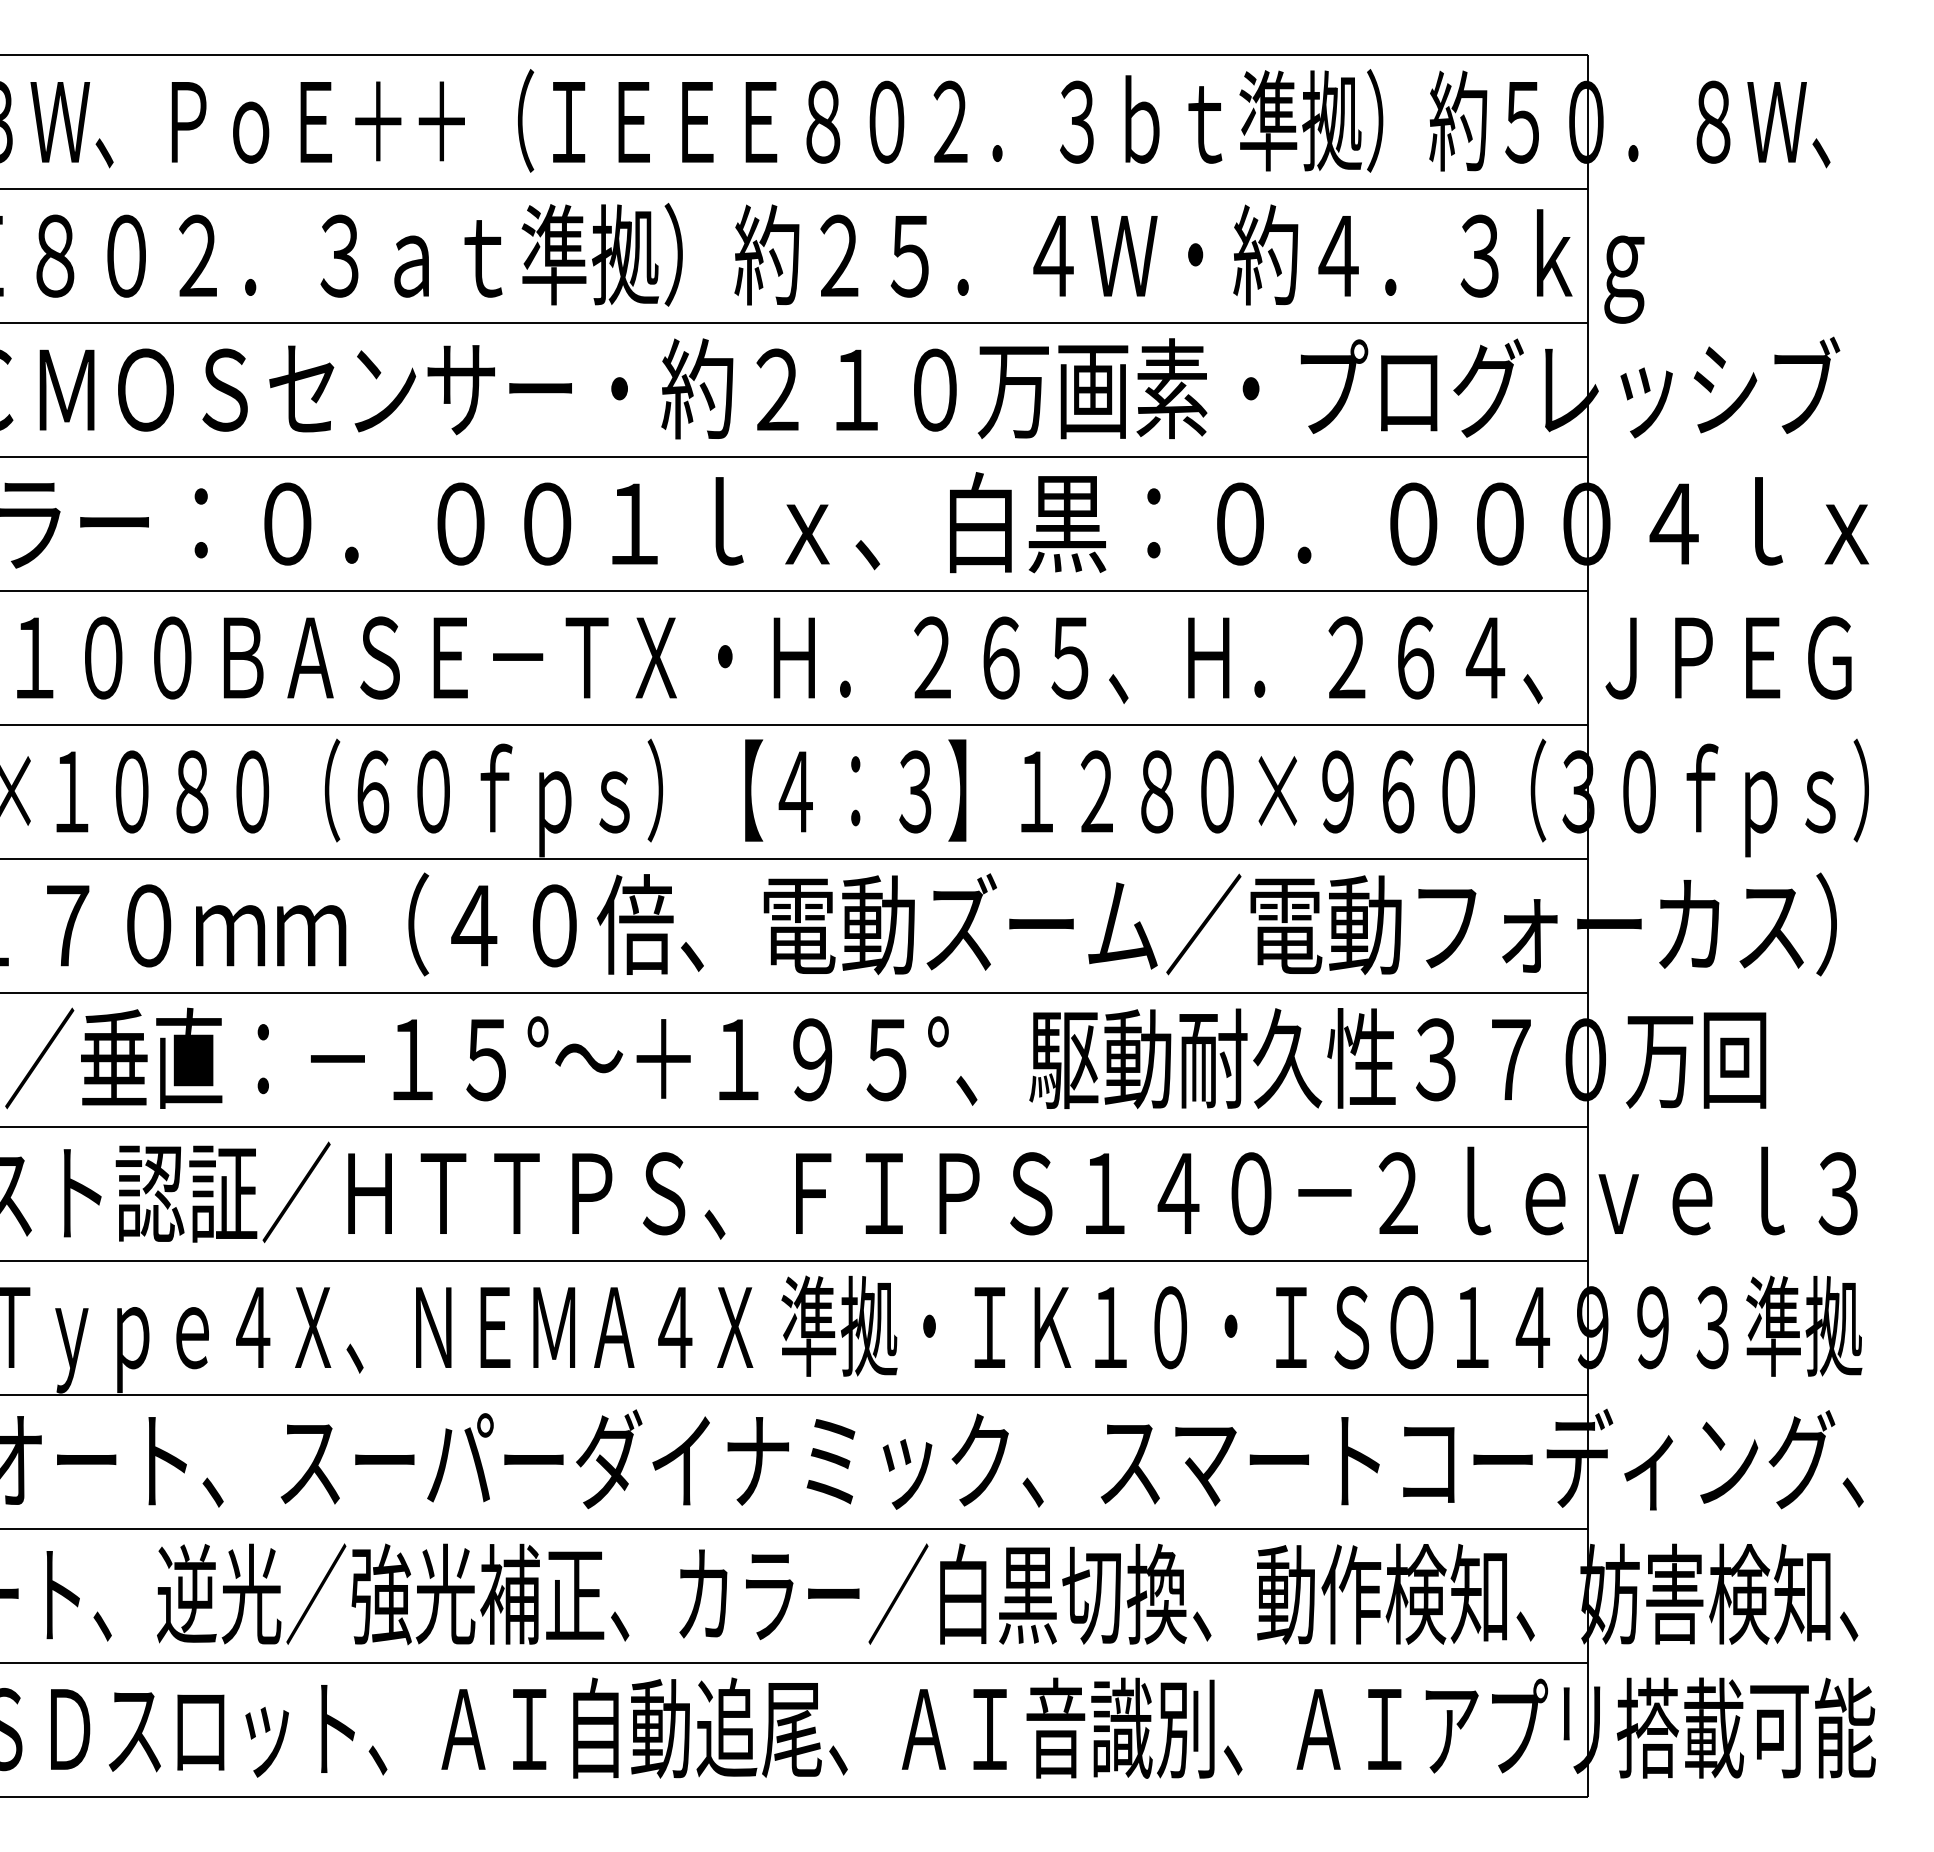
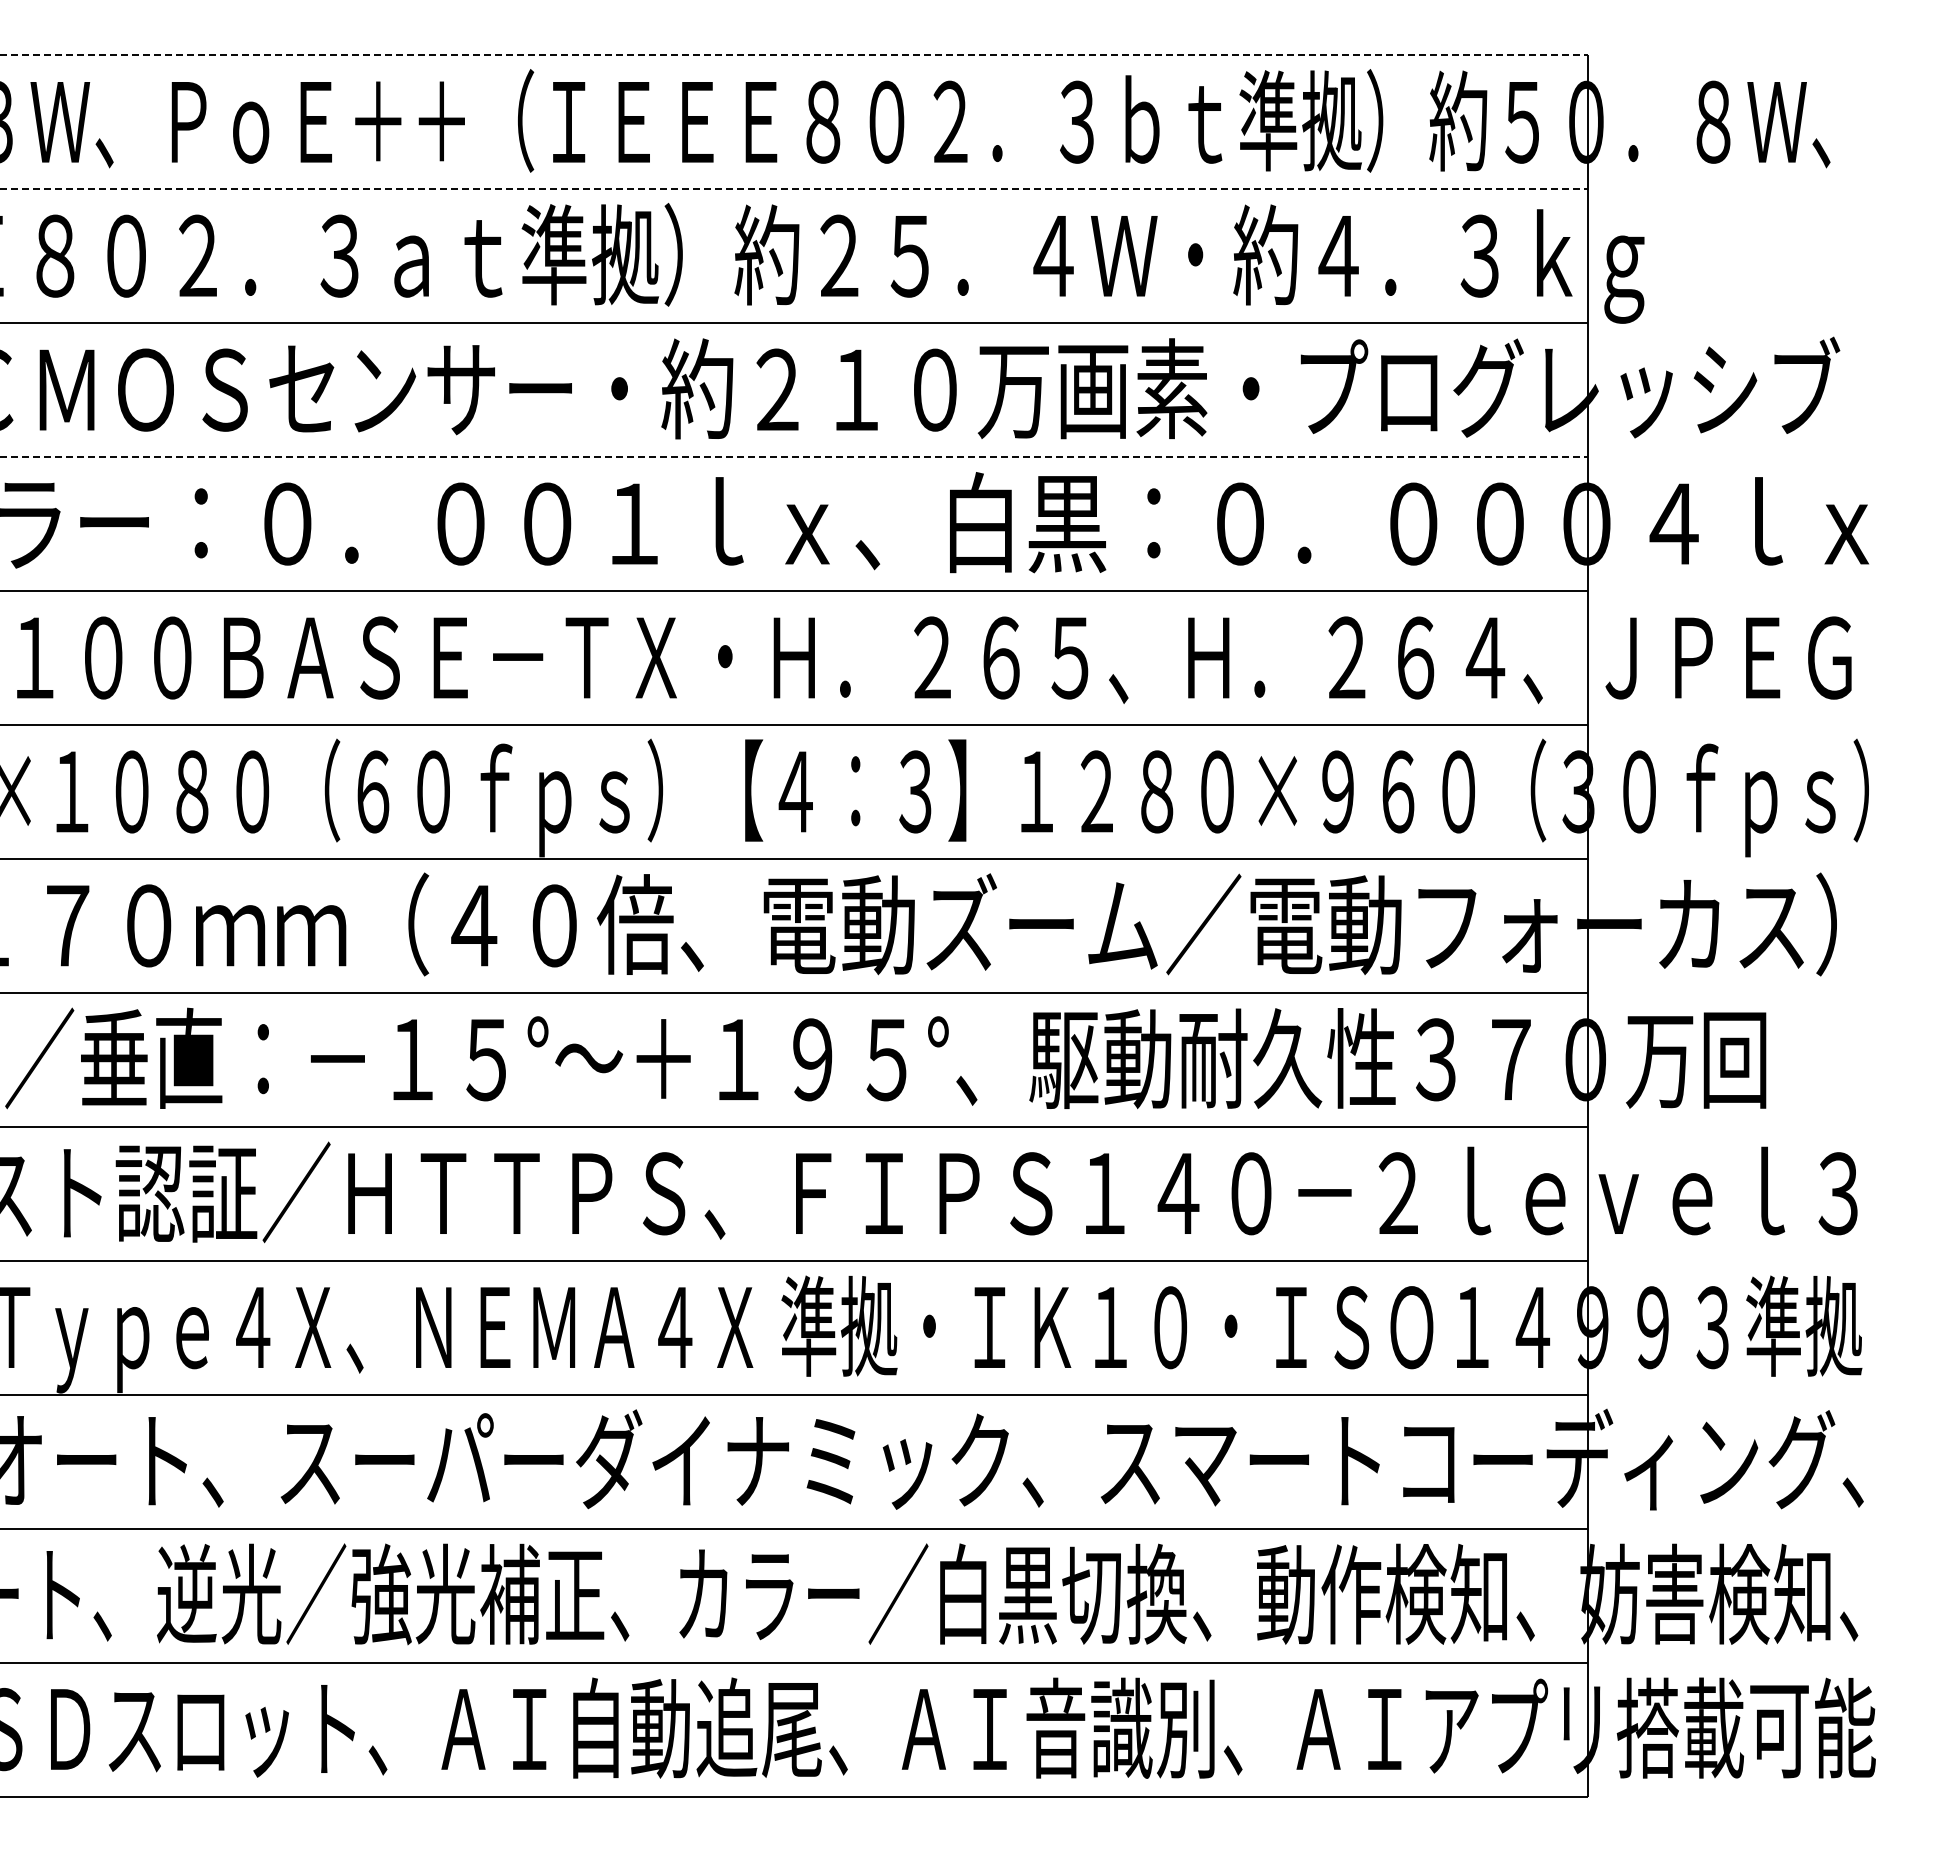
line at (794, 55): solid -> dashed
line at (794, 189): solid -> dashed
line at (794, 457): solid -> dashed
